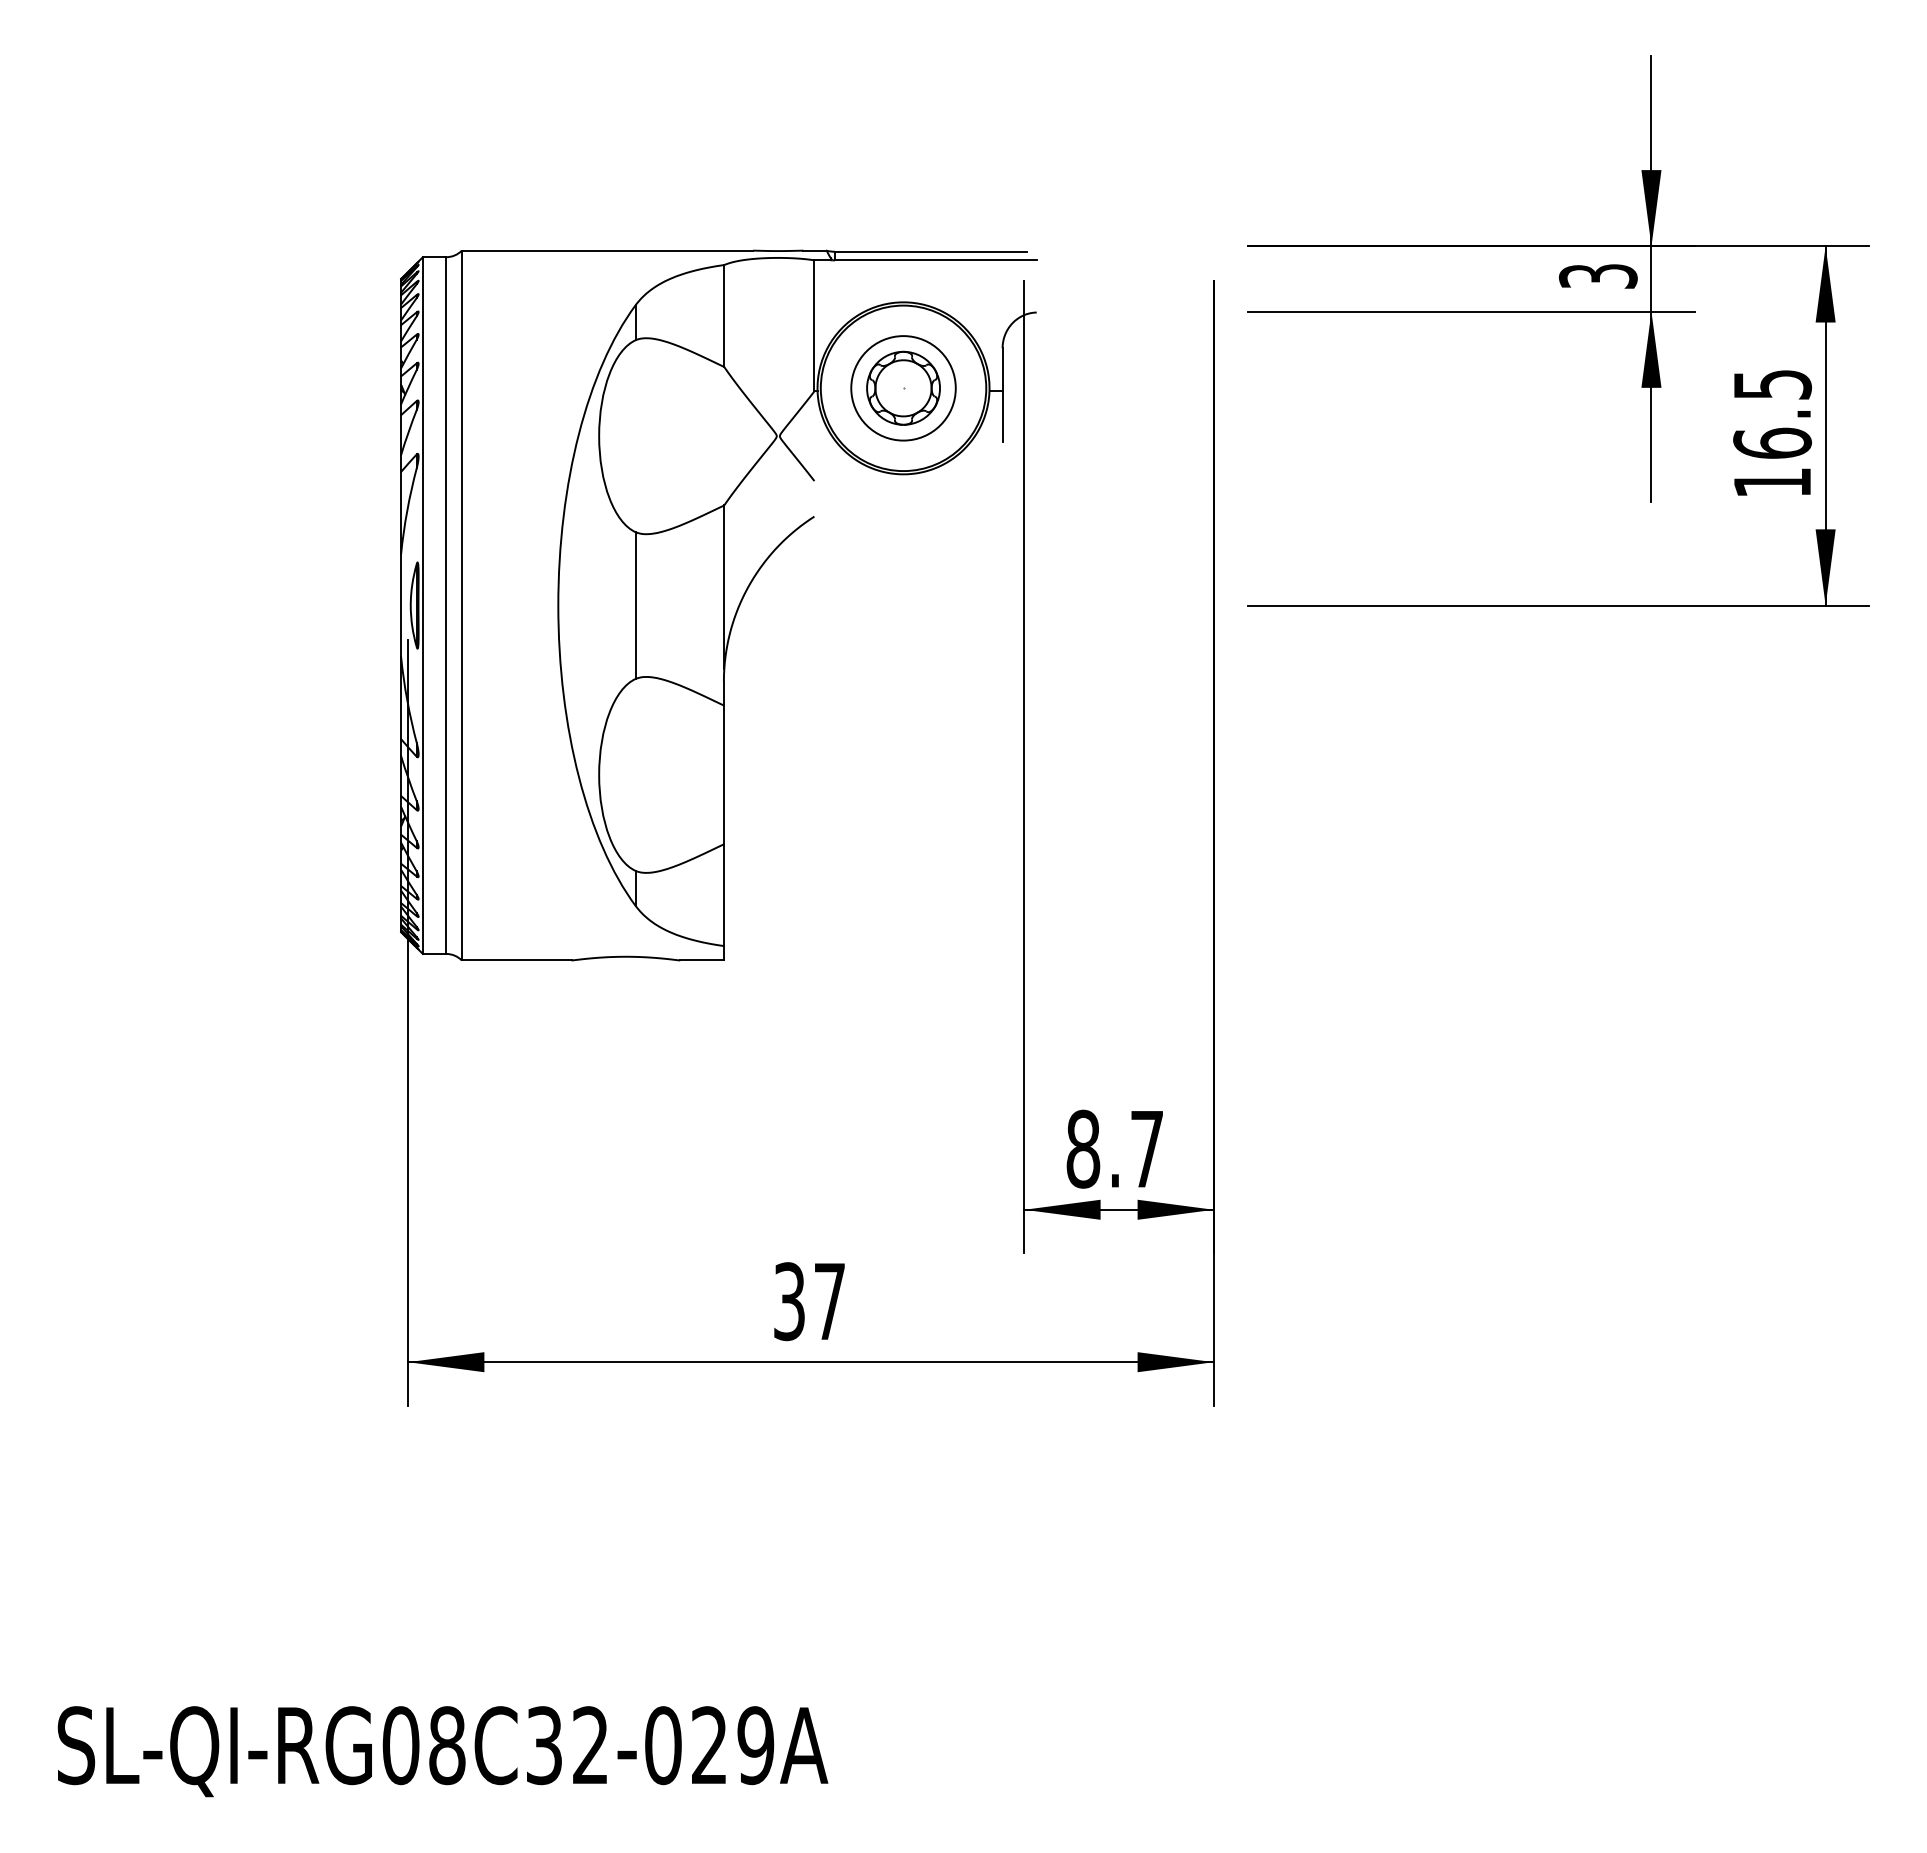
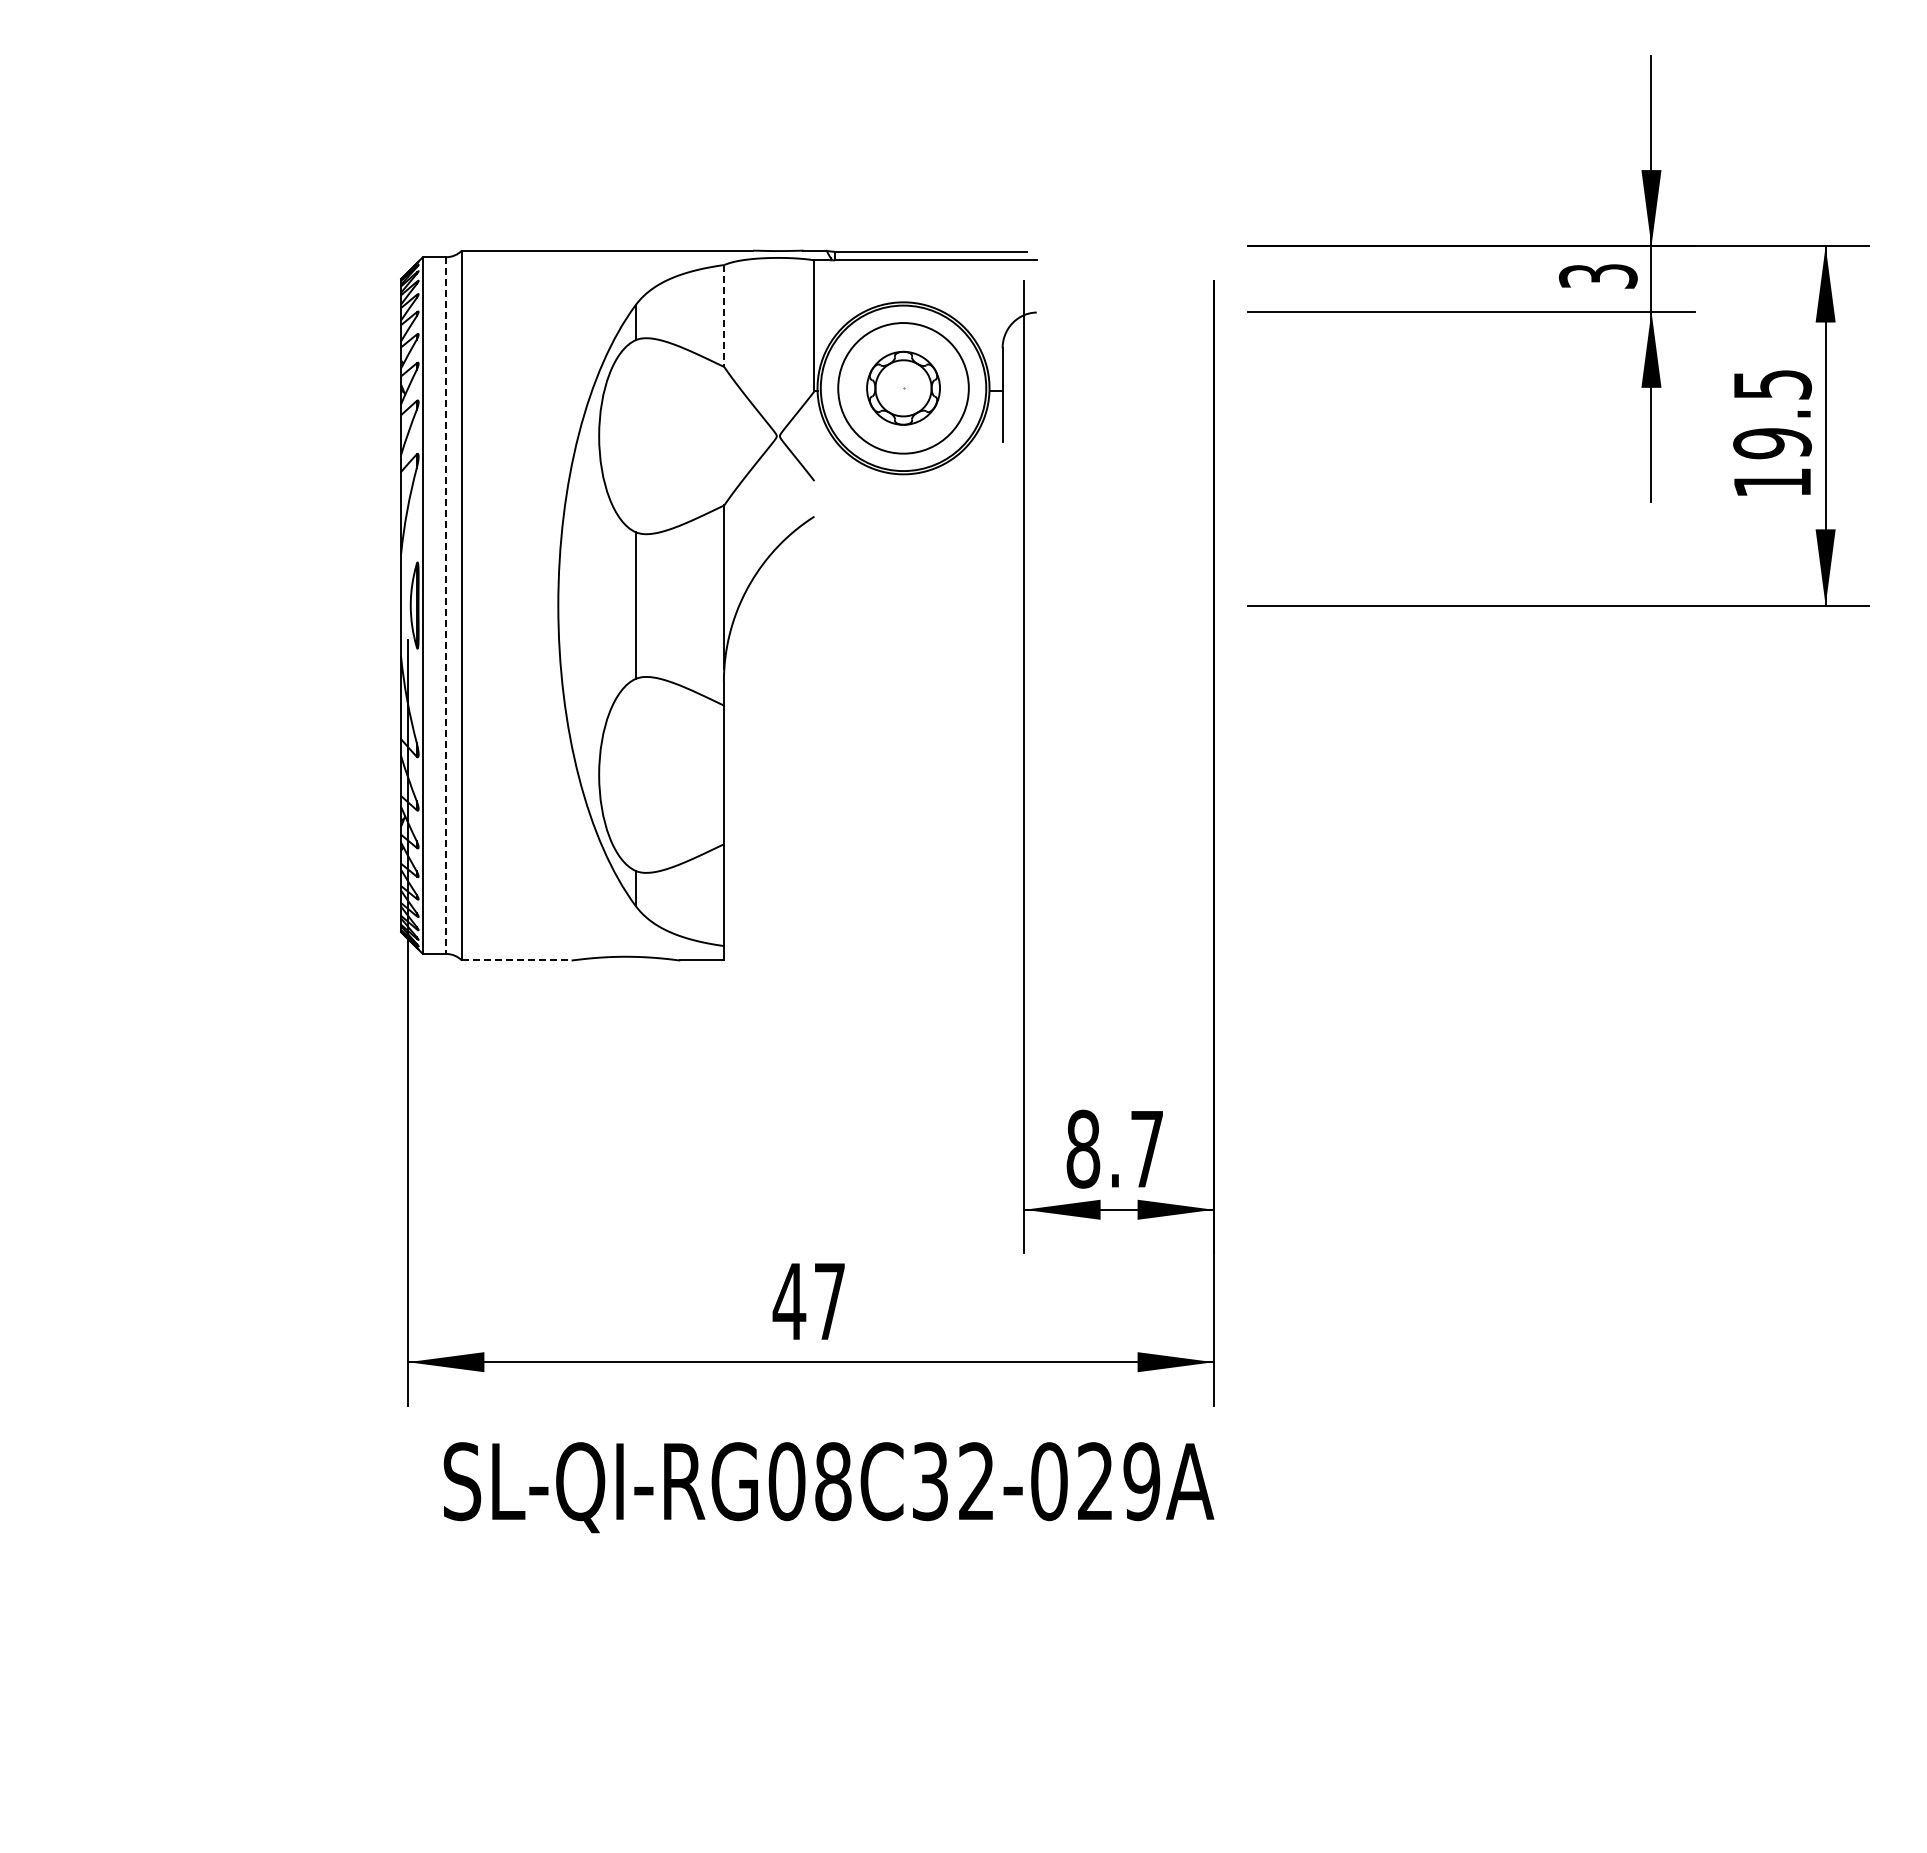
line at (724, 316): solid -> dashed
circle at (903, 388) diameter: 105 px -> 131 px
text at (1772, 443): 16.5 -> 19.5
line at (446, 606): solid -> dashed
line at (516, 960): solid -> dashed
text at (789, 1301): 37 -> 47
text at (442, 1751) position: (442, 1751) -> (828, 1487)
